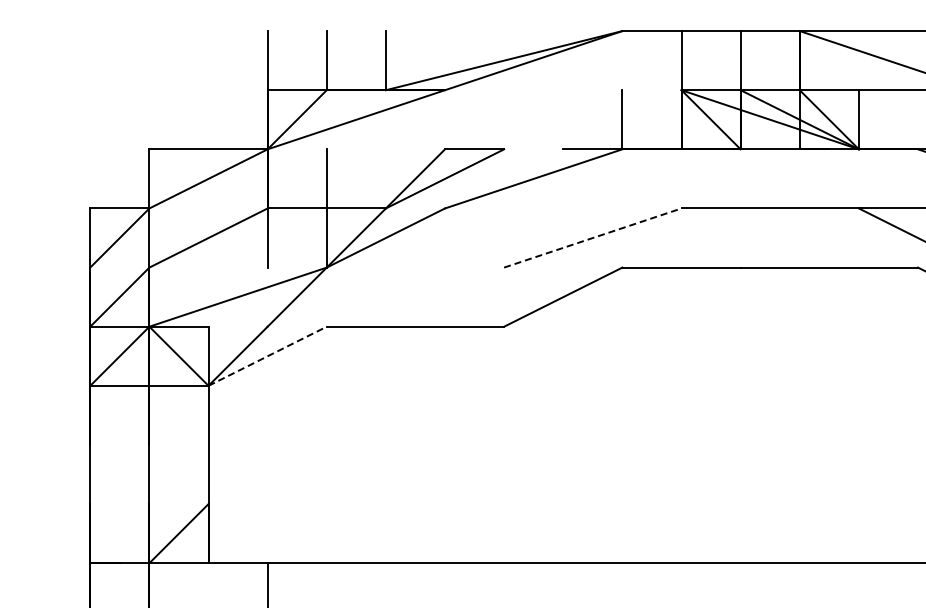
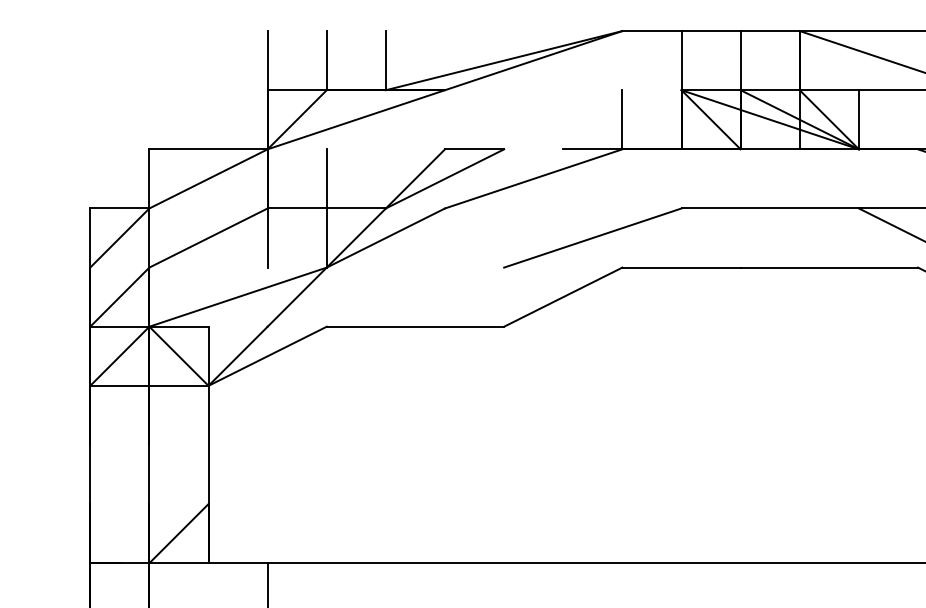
line at (593, 237): dashed -> solid
line at (268, 356): dashed -> solid
